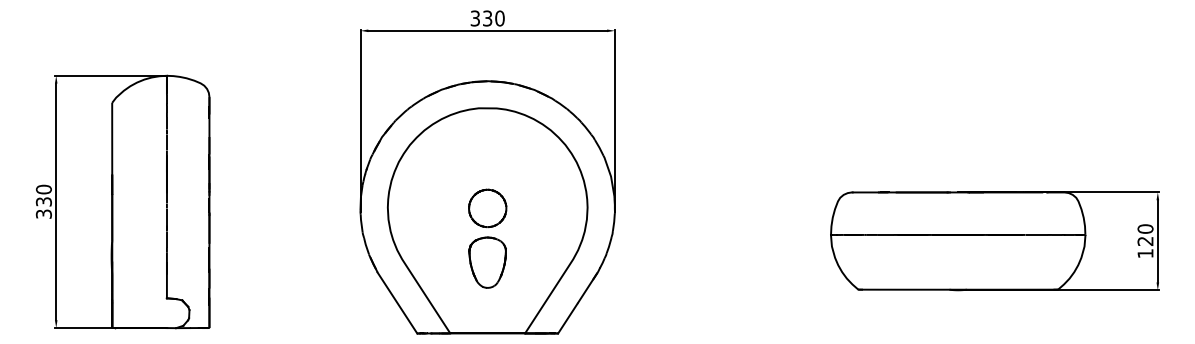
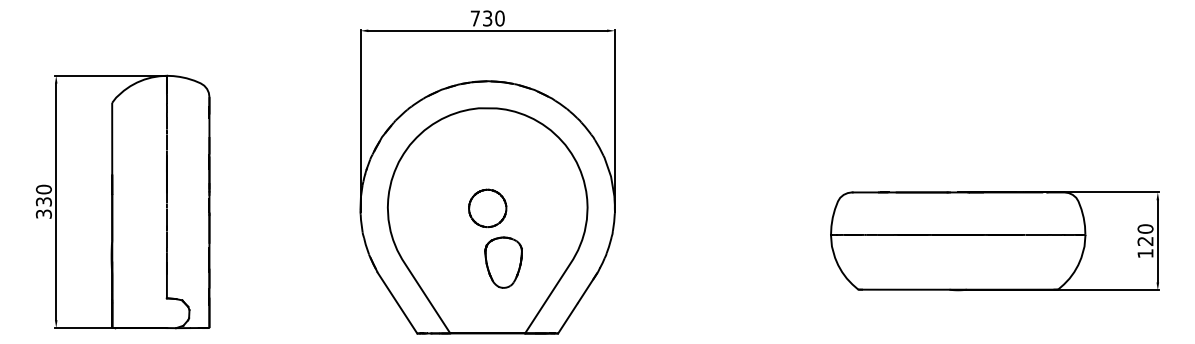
text at (474, 18): 330 -> 730
part at (487, 262) position: (487, 262) -> (503, 262)
